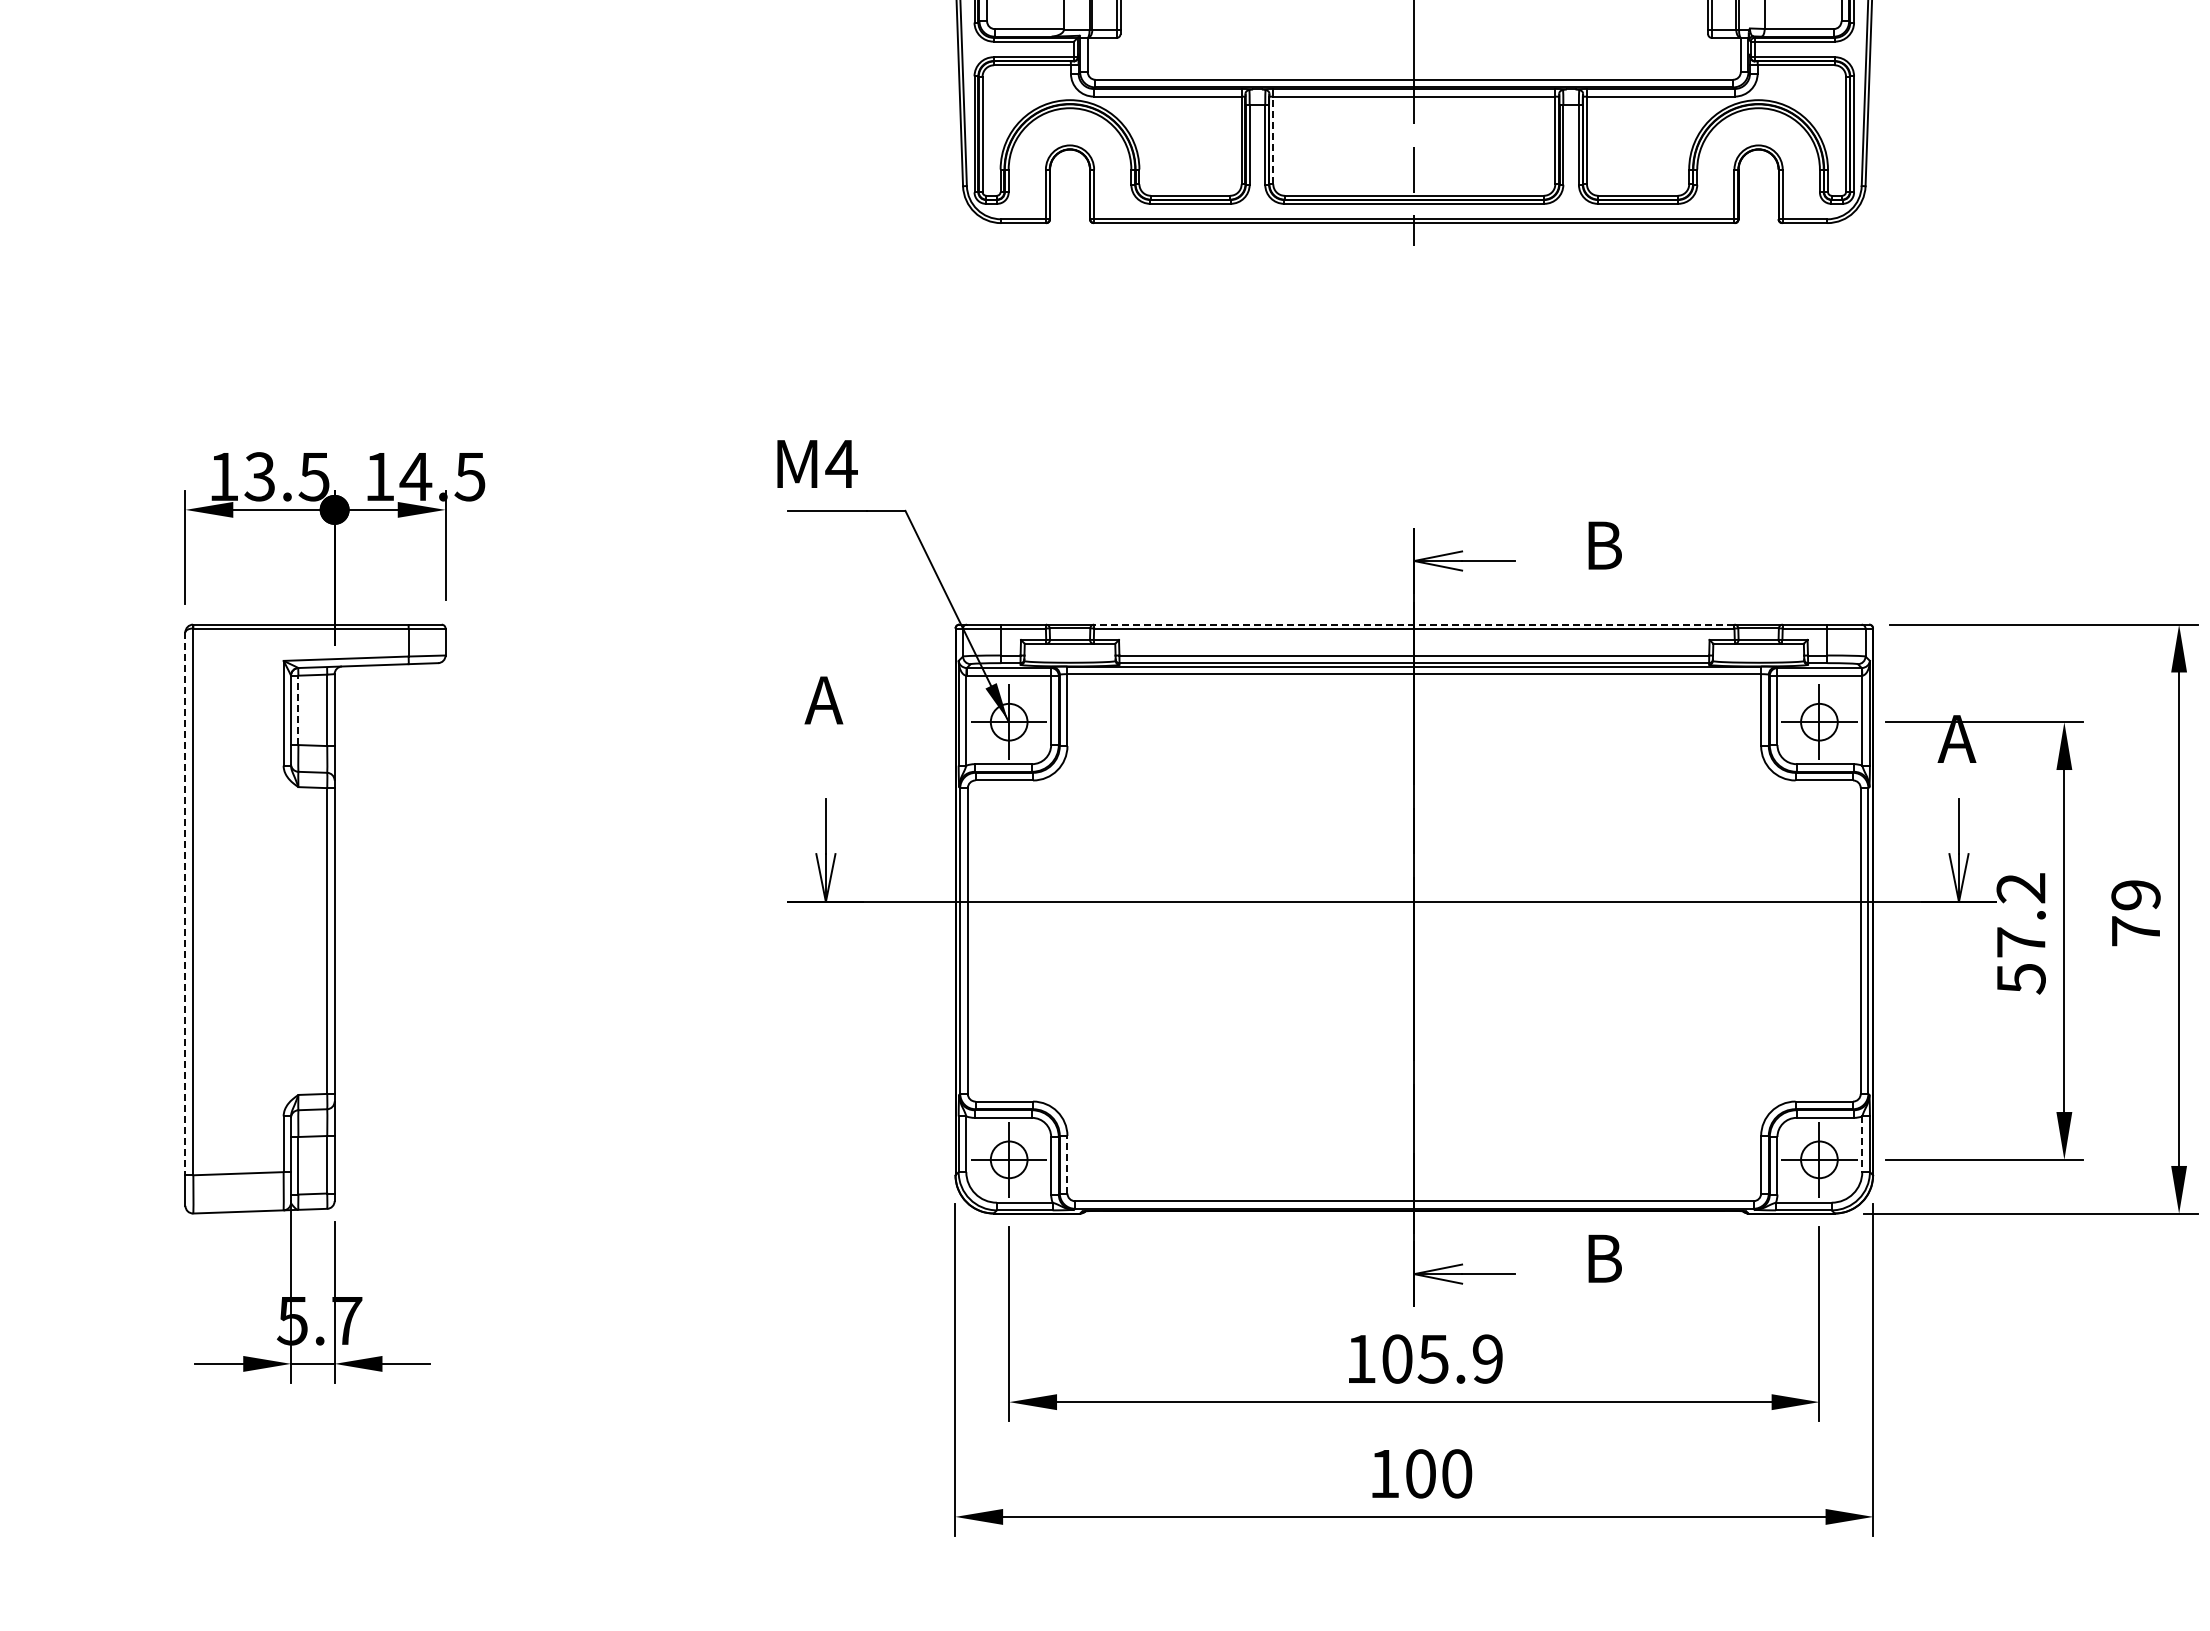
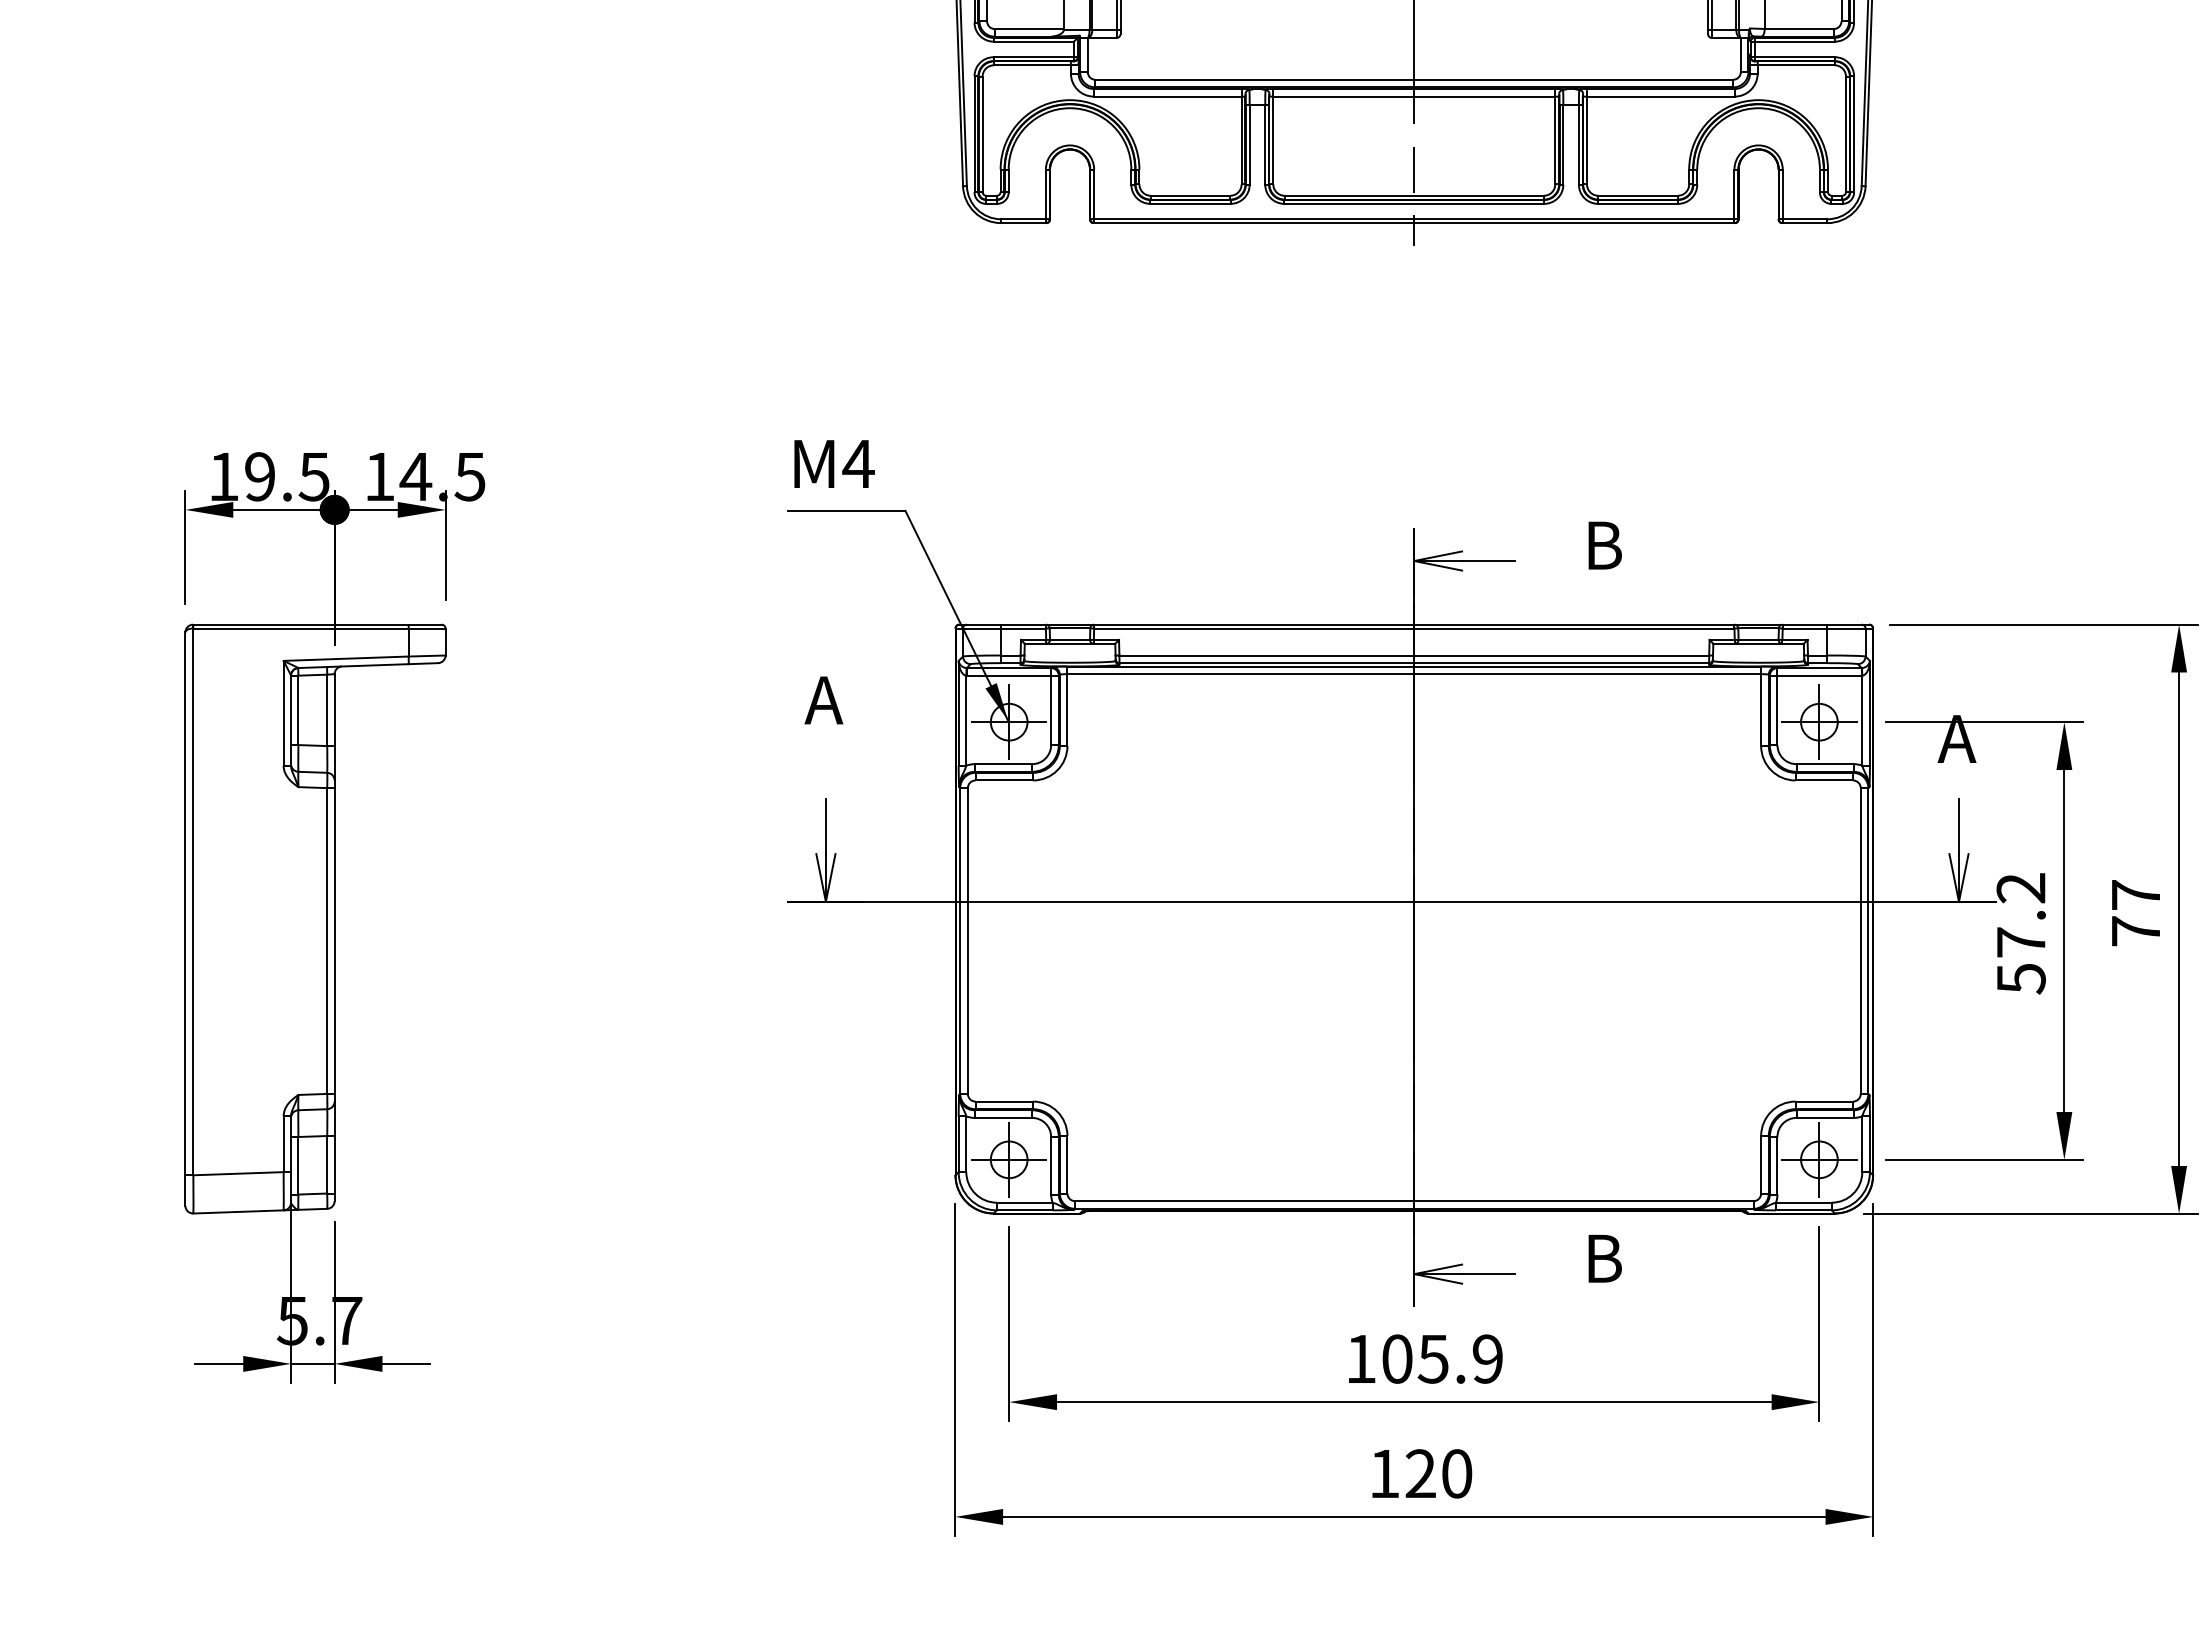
line at (1273, 140): dashed -> solid
text at (817, 463) position: (817, 463) -> (834, 463)
text at (259, 476): 13.5 -> 19.5
line at (1413, 624): dashed -> solid
line at (298, 710): dashed -> solid
text at (2135, 895): 79 -> 77
line at (185, 904): dashed -> solid
line at (1862, 1144): dashed -> solid
line at (1067, 1164): dashed -> solid
text at (1420, 1473): 100 -> 120
